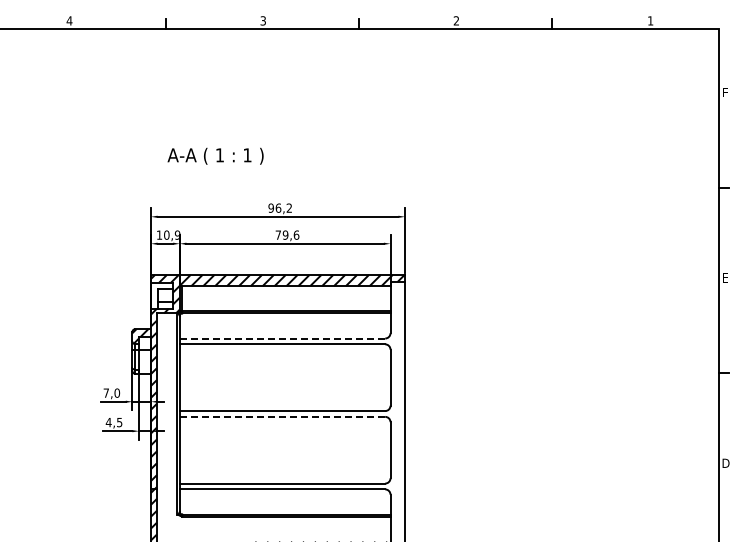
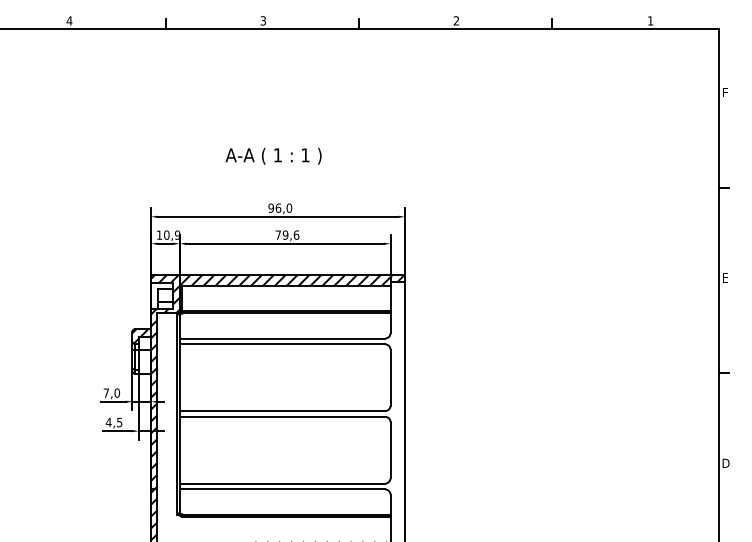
text at (215, 155) position: (215, 155) -> (273, 155)
text at (289, 207): 96,2 -> 96,0
line at (282, 338): dashed -> solid
line at (282, 416): dashed -> solid
